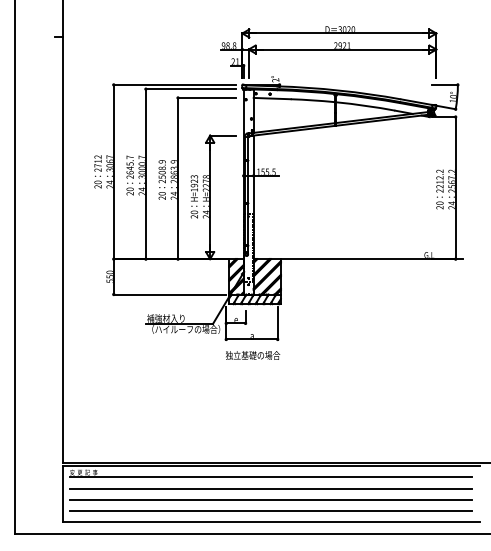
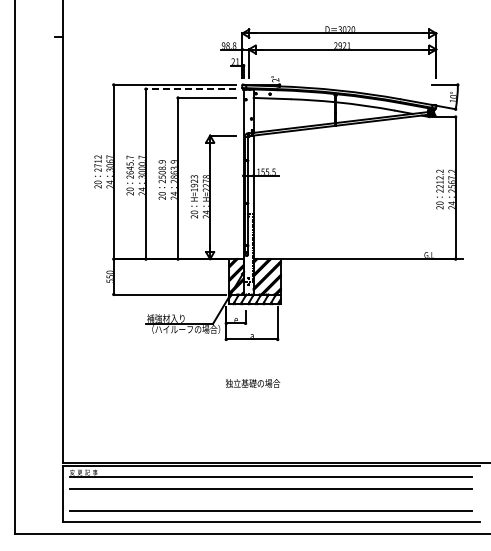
line at (190, 89): solid -> dashed
text at (253, 355) position: (253, 355) -> (253, 383)
line at (270, 499): present -> none
